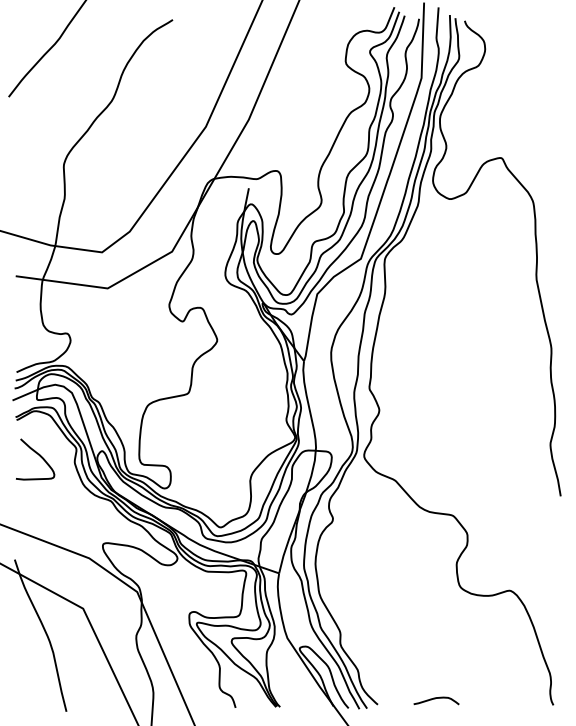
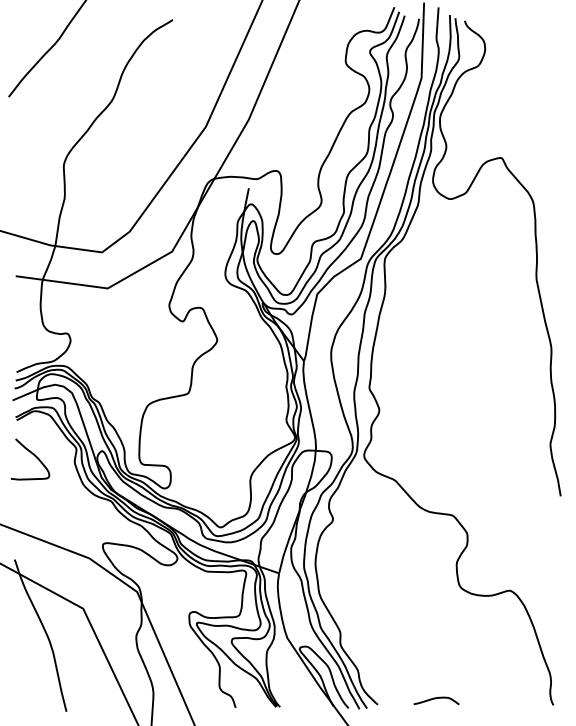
curve at (38, 455) position: (38, 455) -> (33, 455)
